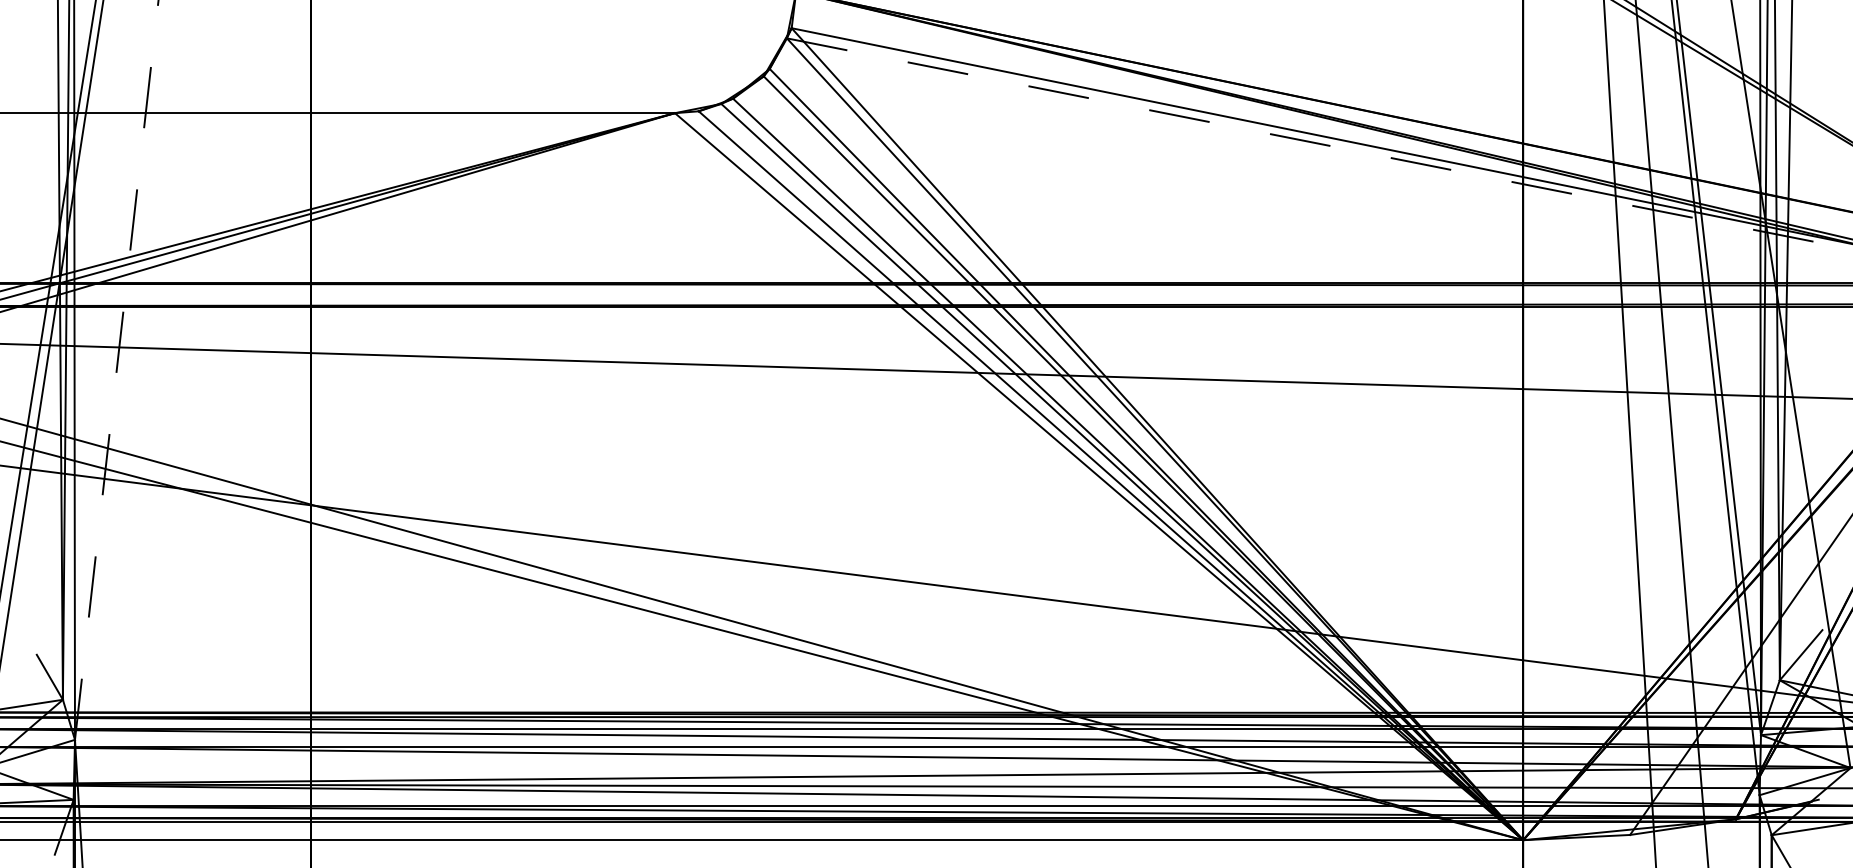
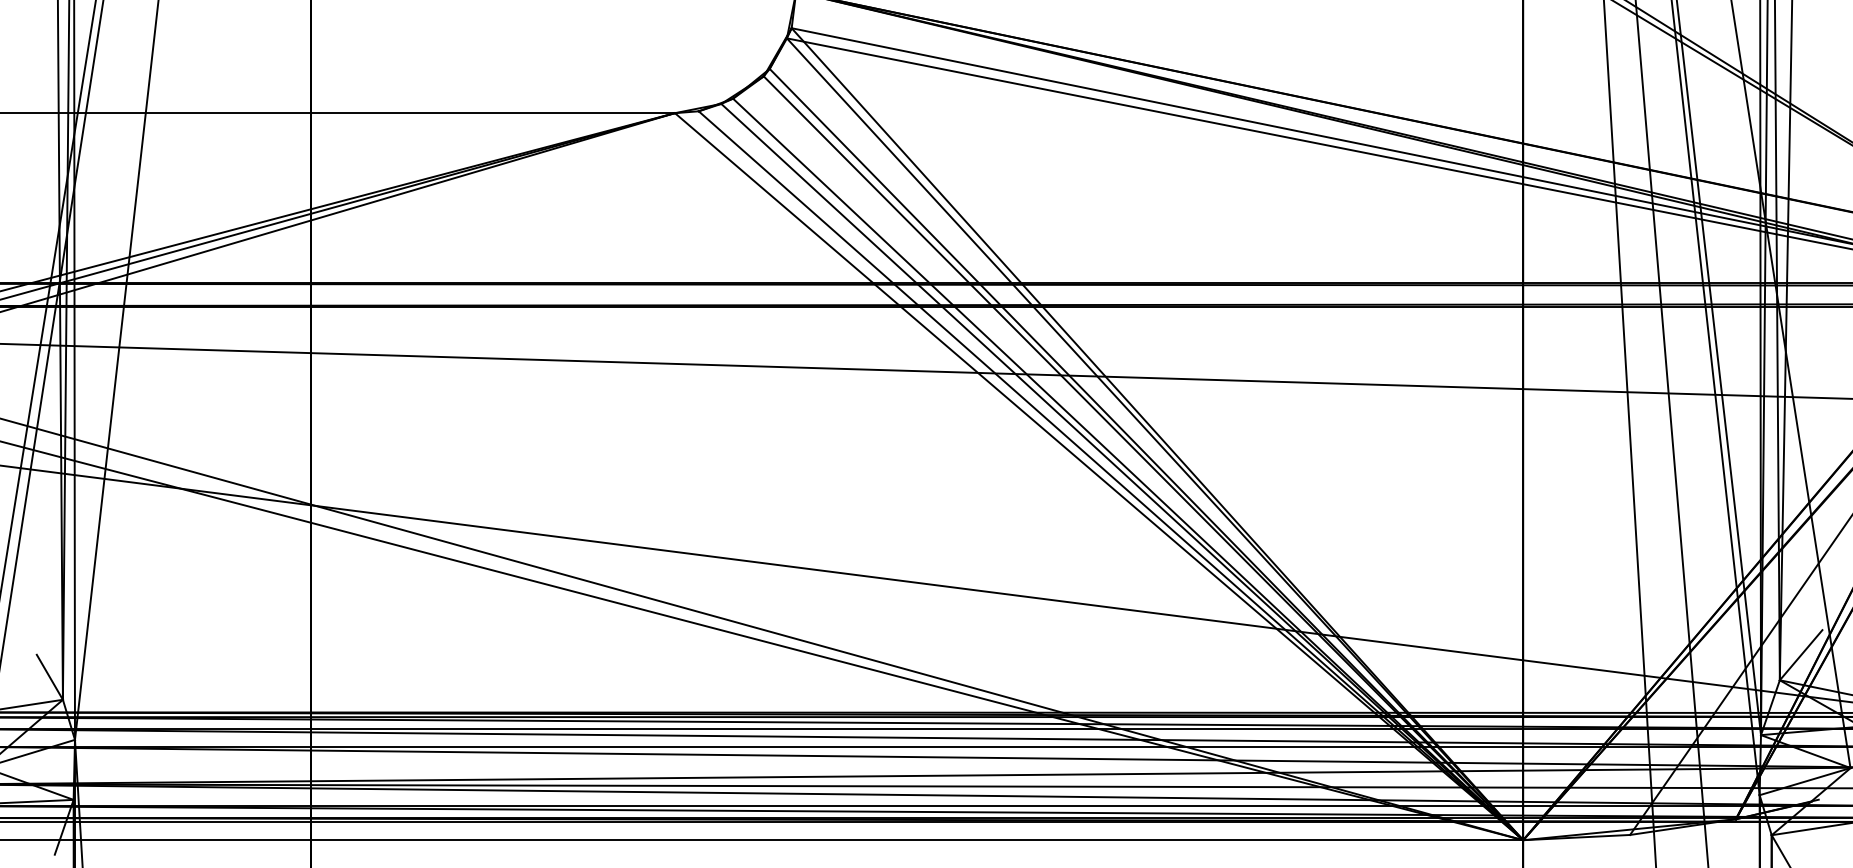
line at (1320, 143): dashed -> solid
line at (116, 370): dashed -> solid
